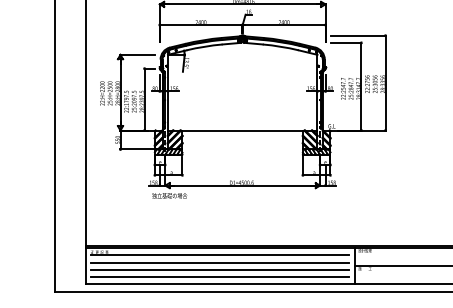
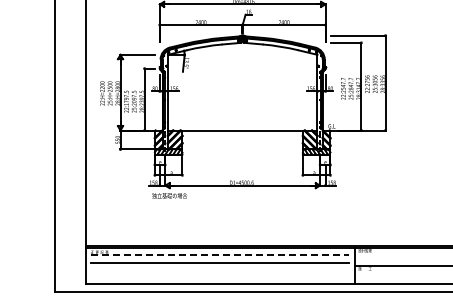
line at (220, 255): solid -> dashed
line at (219, 269): present -> none
line at (219, 277): present -> none
